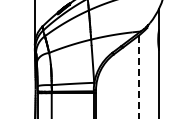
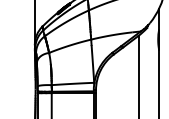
line at (138, 77): dashed -> solid
